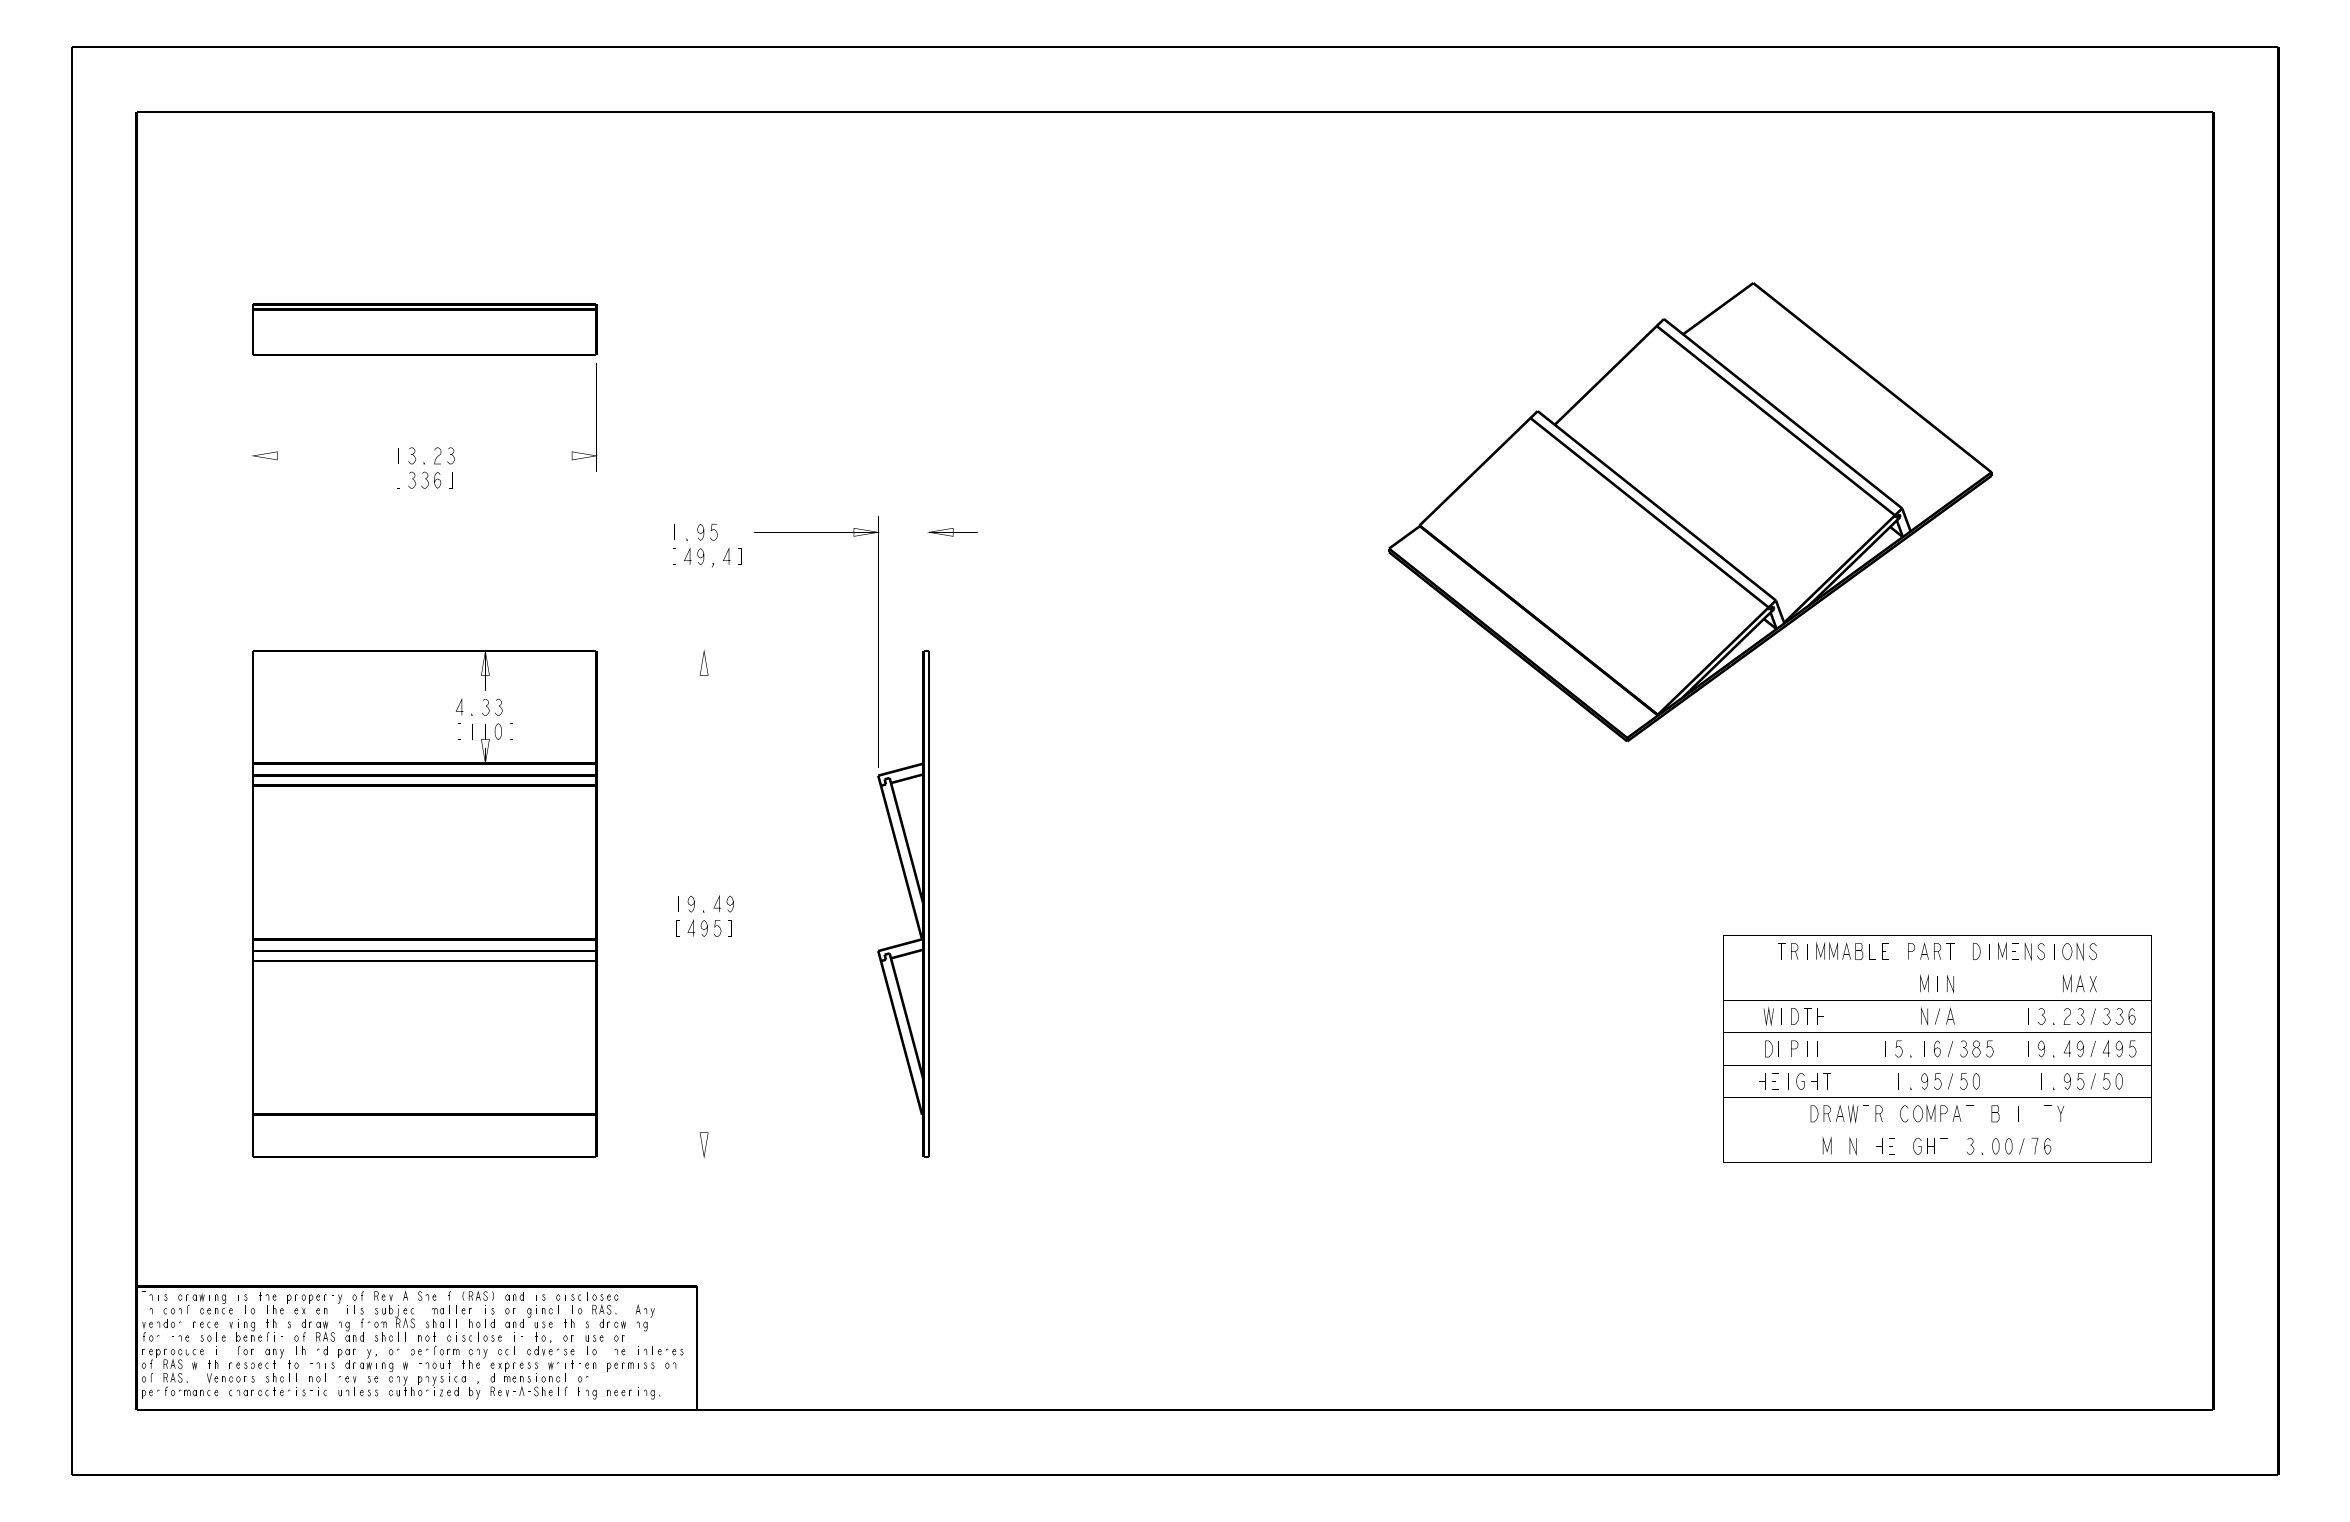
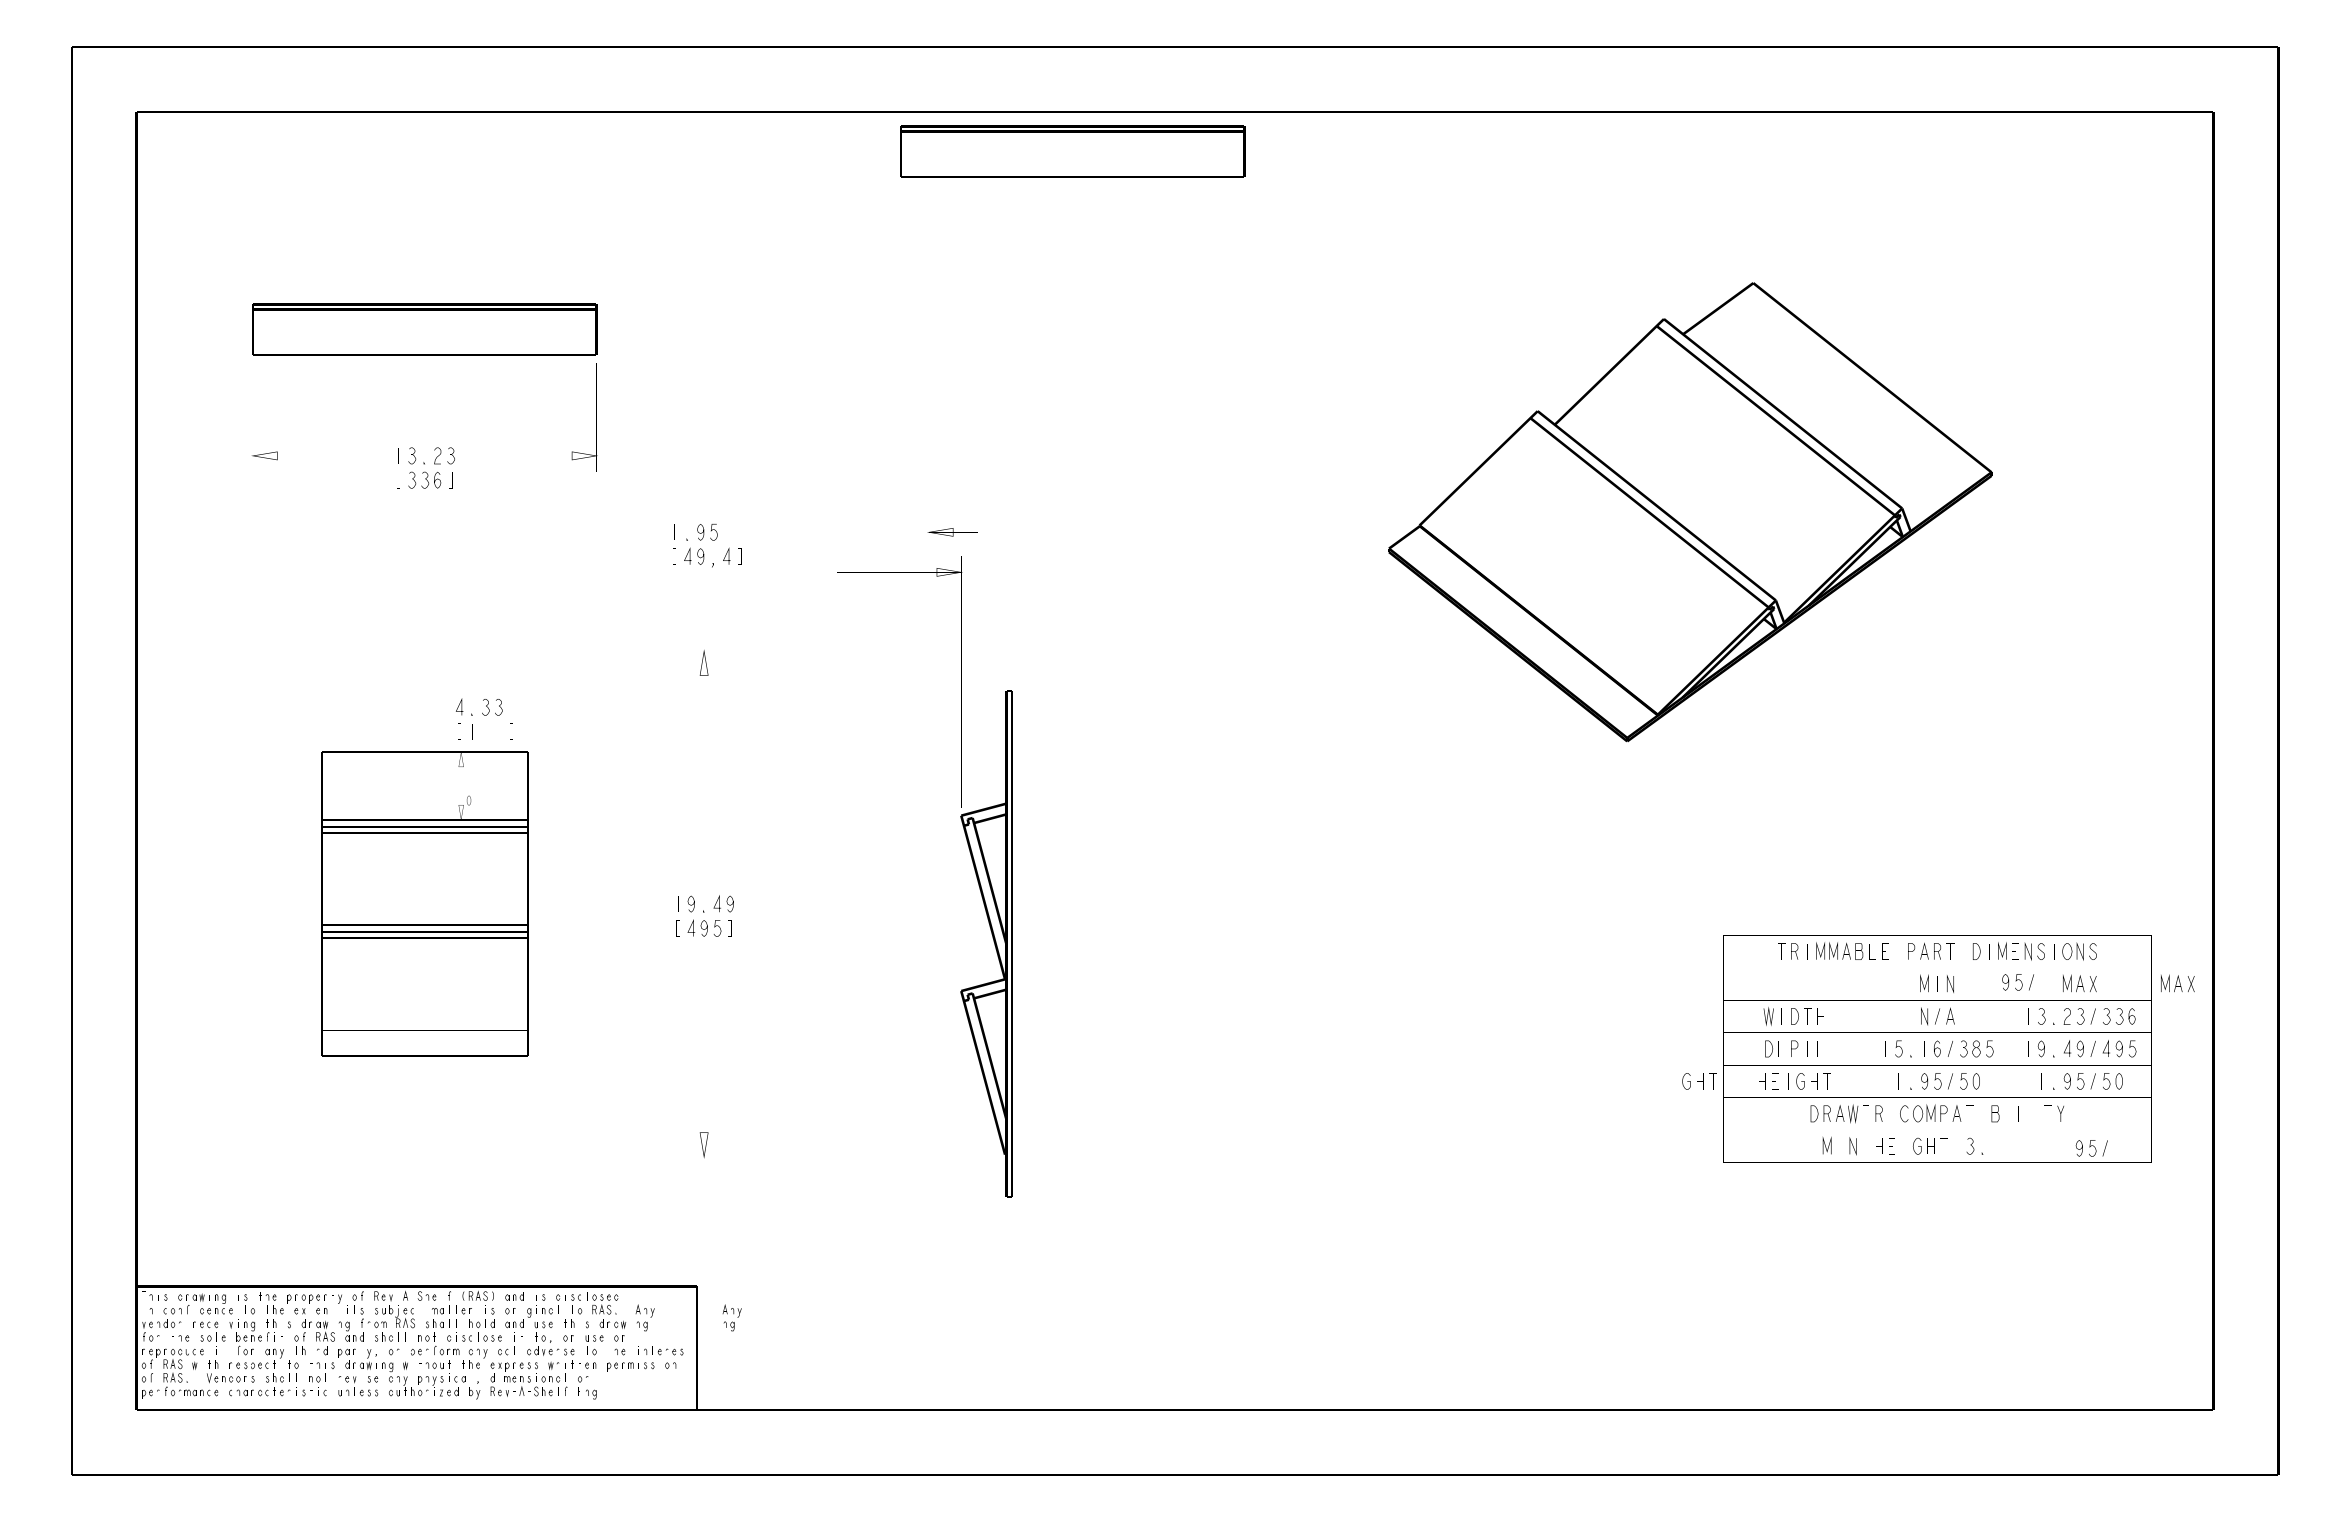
part at (1072, 151): none -> present
part at (889, 823) position: (889, 823) -> (972, 863)
part at (424, 903) size: 346x508 px -> 208x306 px
part at (2017, 982): none -> present
part at (2177, 983): none -> present
part at (1699, 1081): none -> present
part at (2021, 1145): present -> none
part at (2091, 1148): none -> present
part at (731, 1317): none -> present
part at (633, 1393): present -> none
